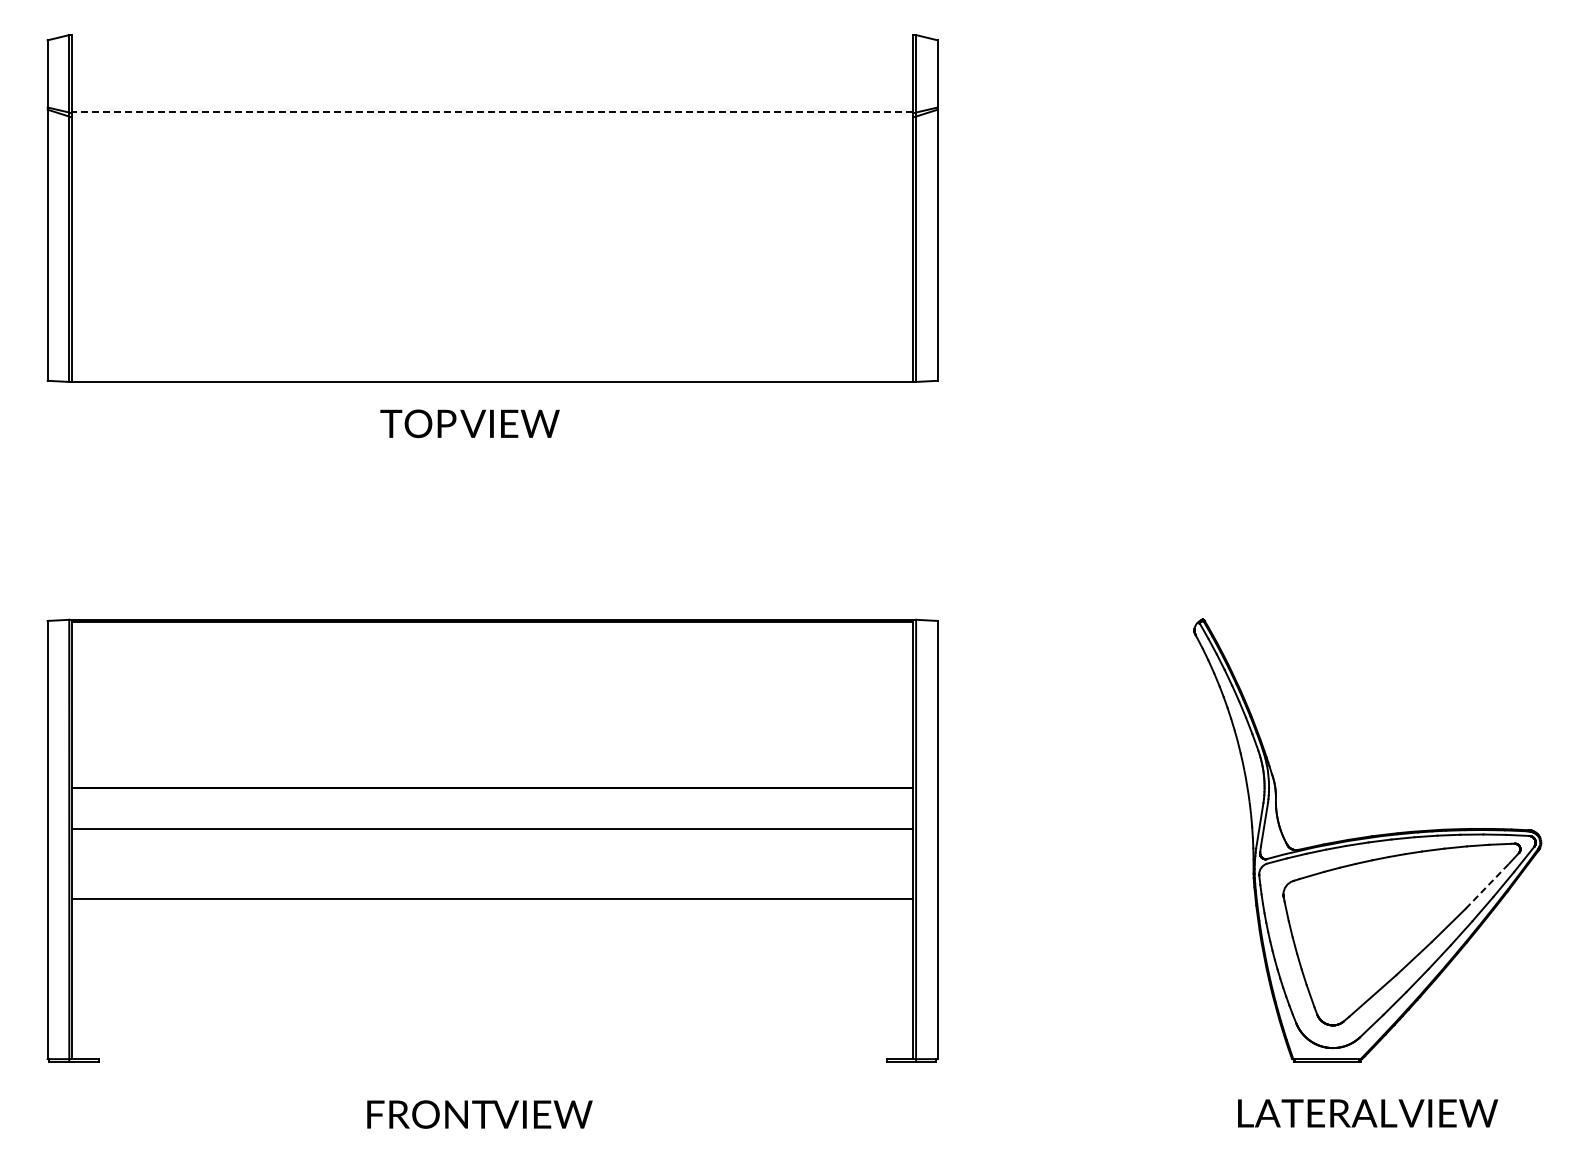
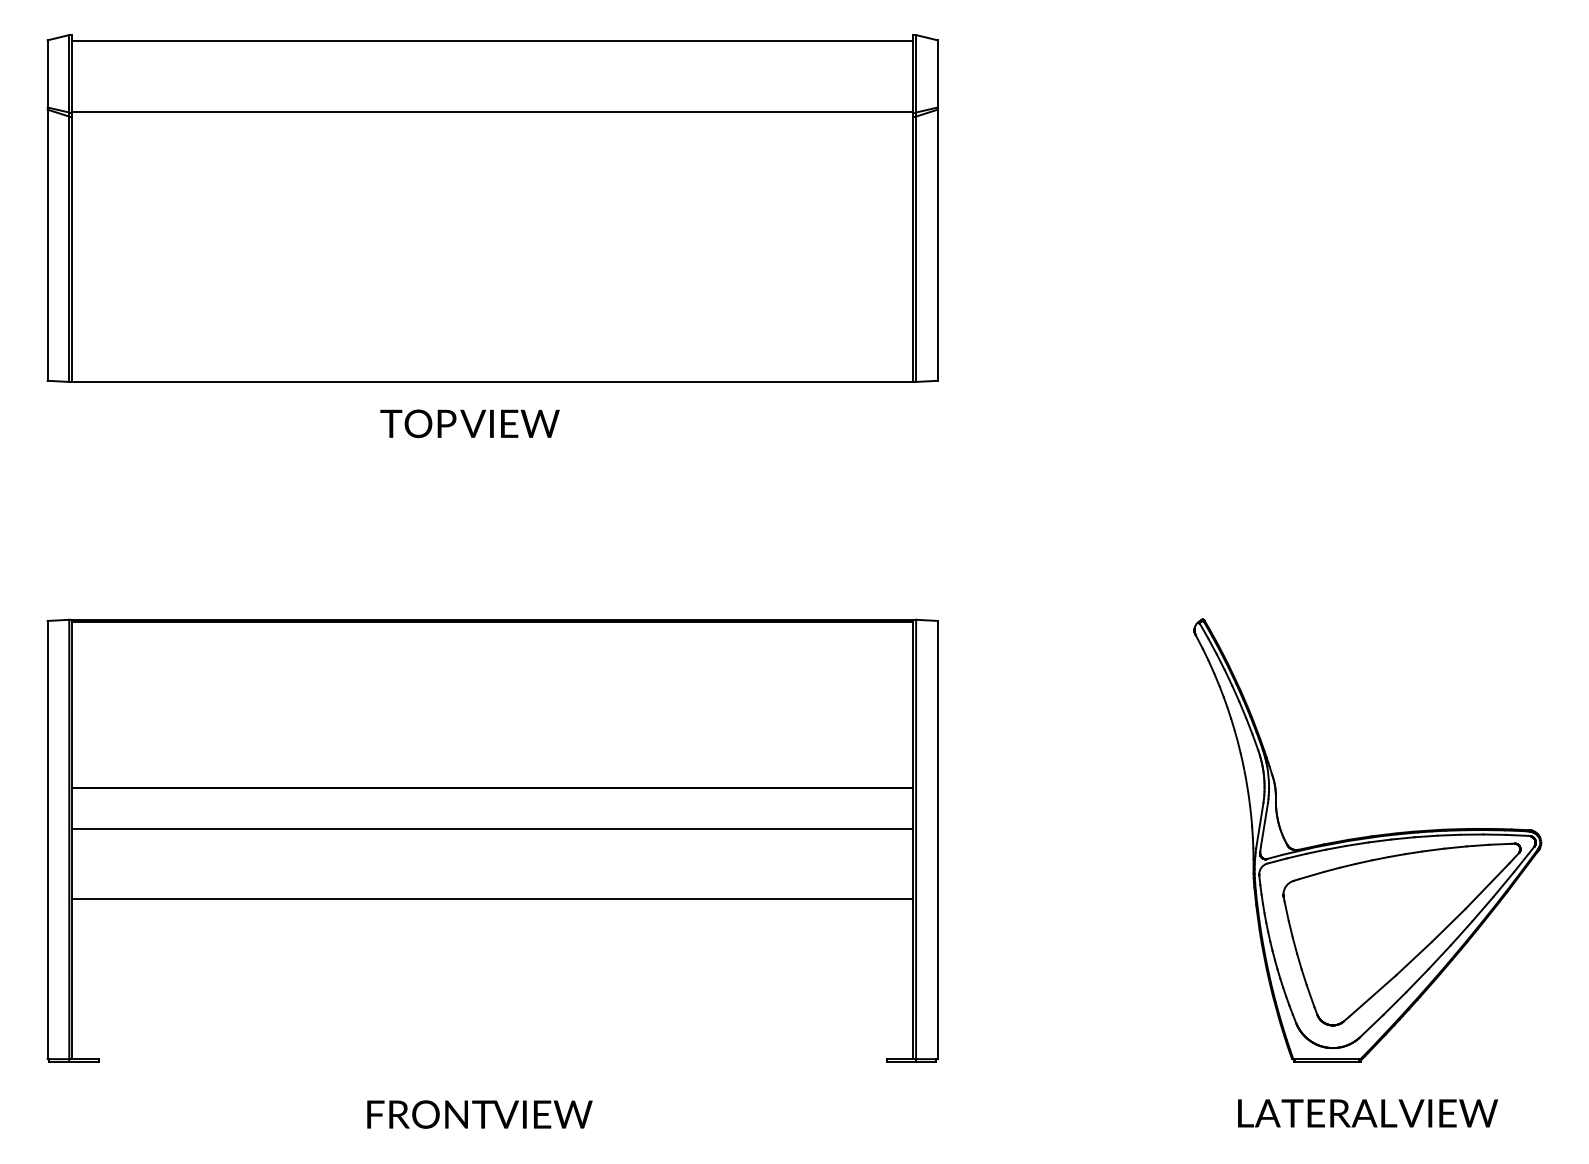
line at (492, 40): none -> present
line at (492, 112): dashed -> solid
line at (1487, 886): dashed -> solid
